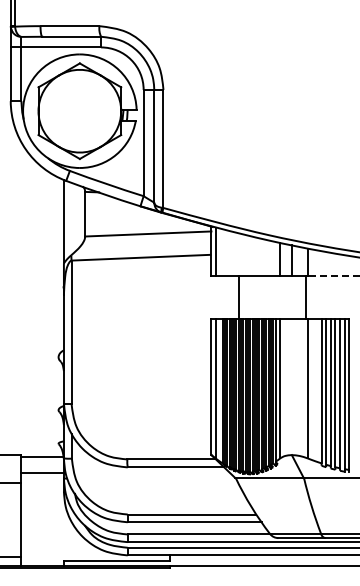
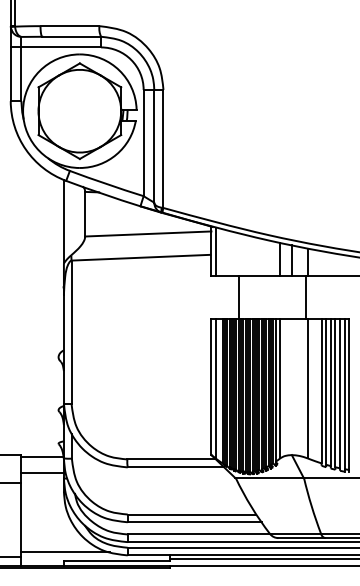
line at (333, 276): dashed -> solid
line at (65, 551): none -> present
line at (263, 558): none -> present
